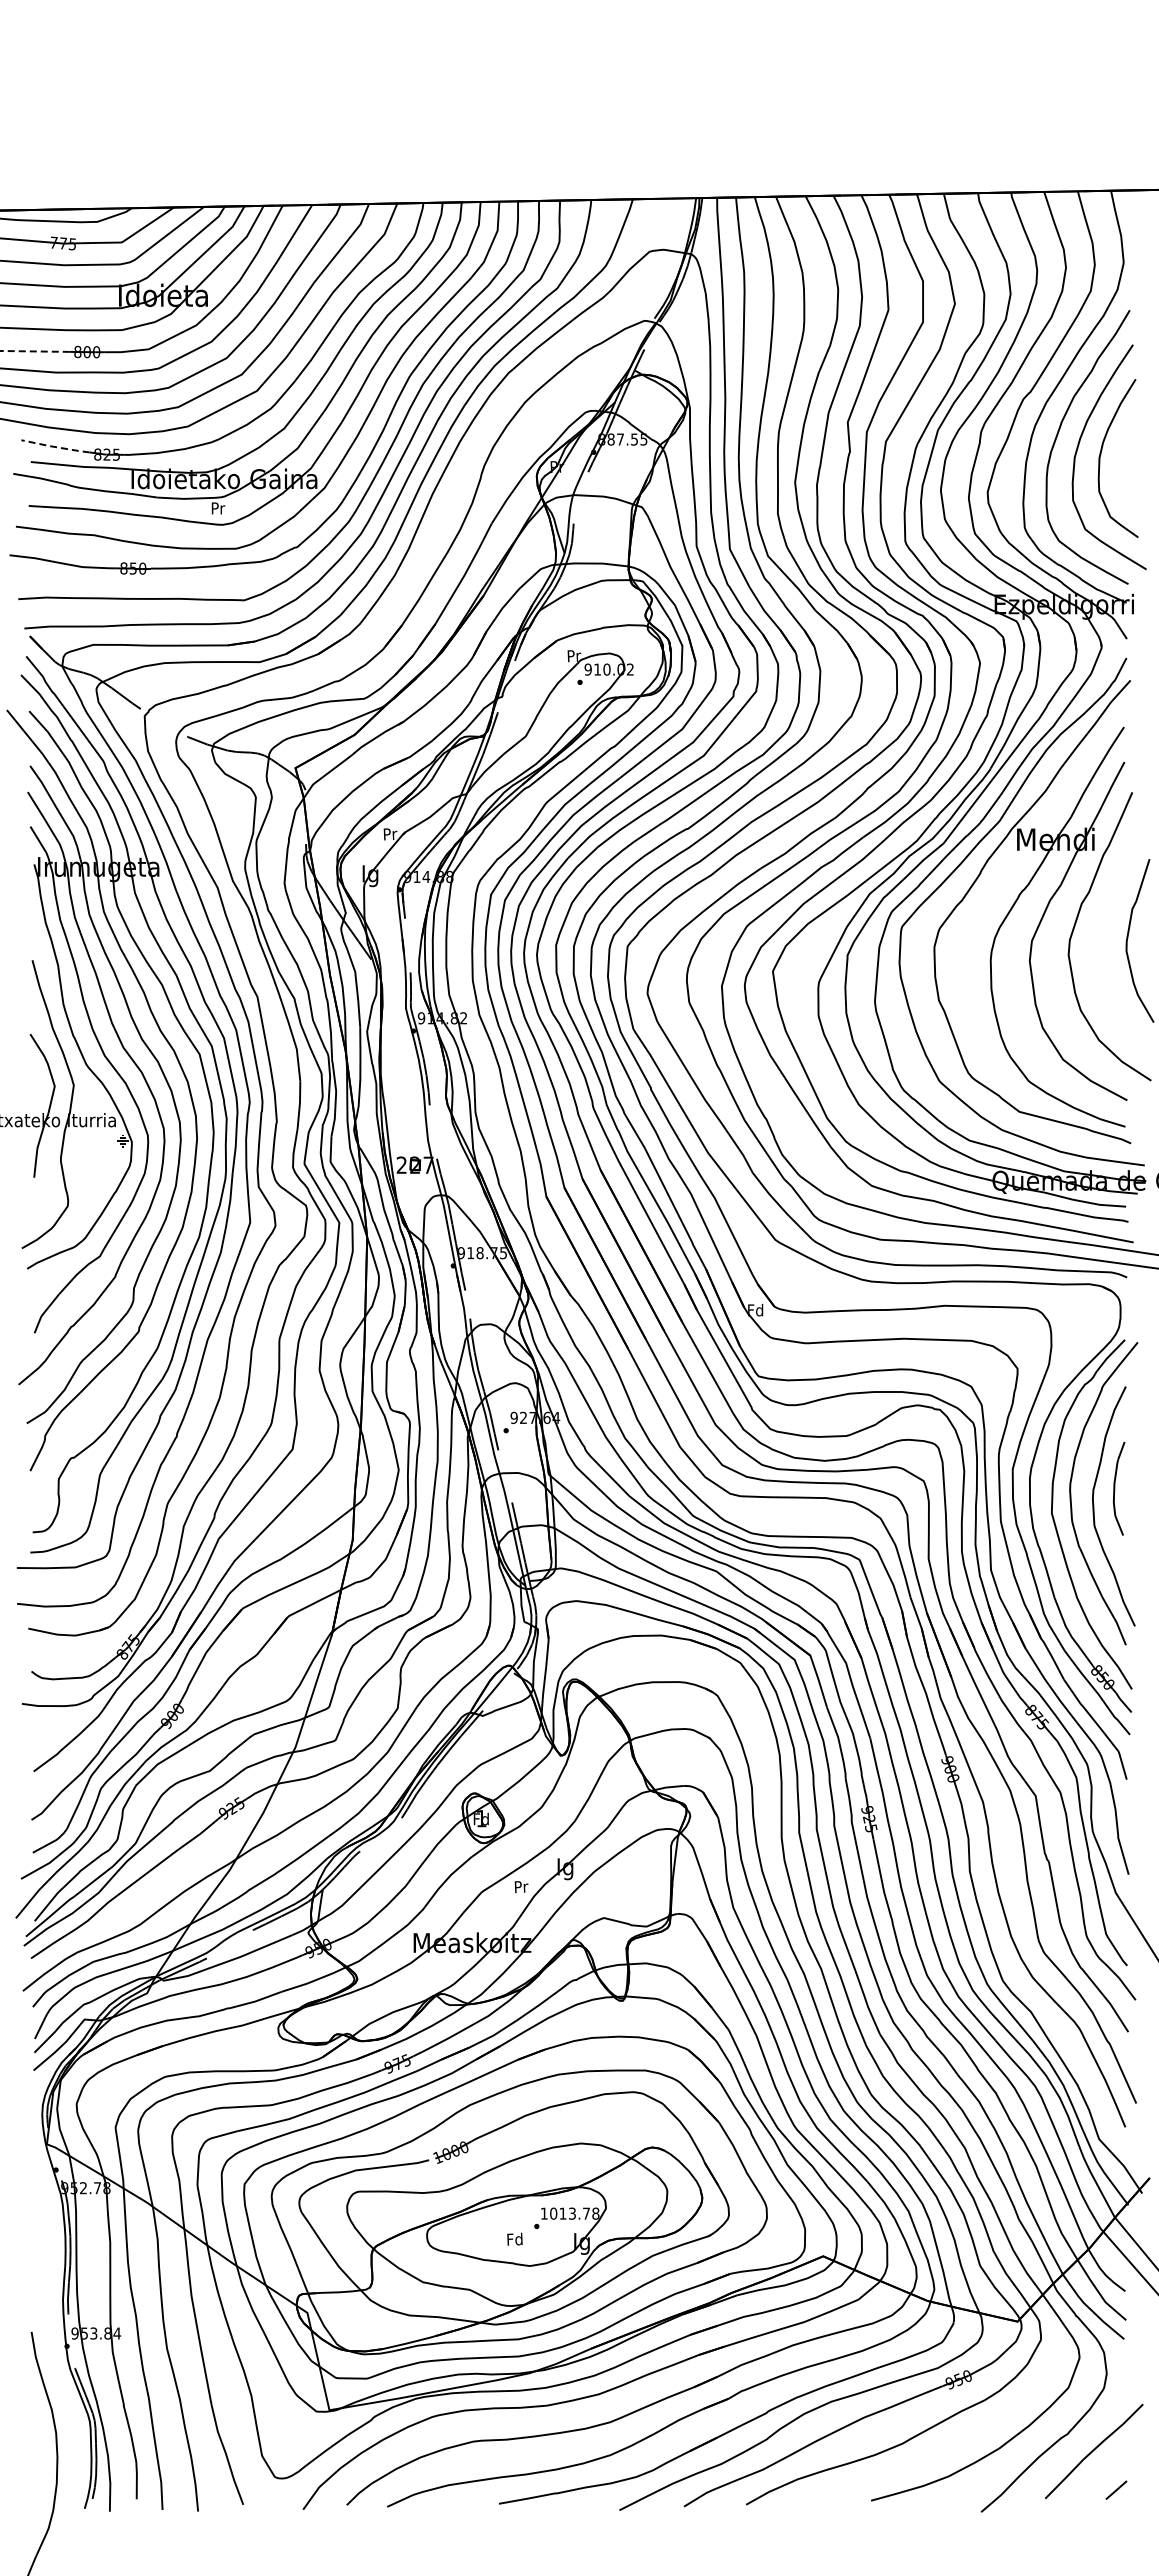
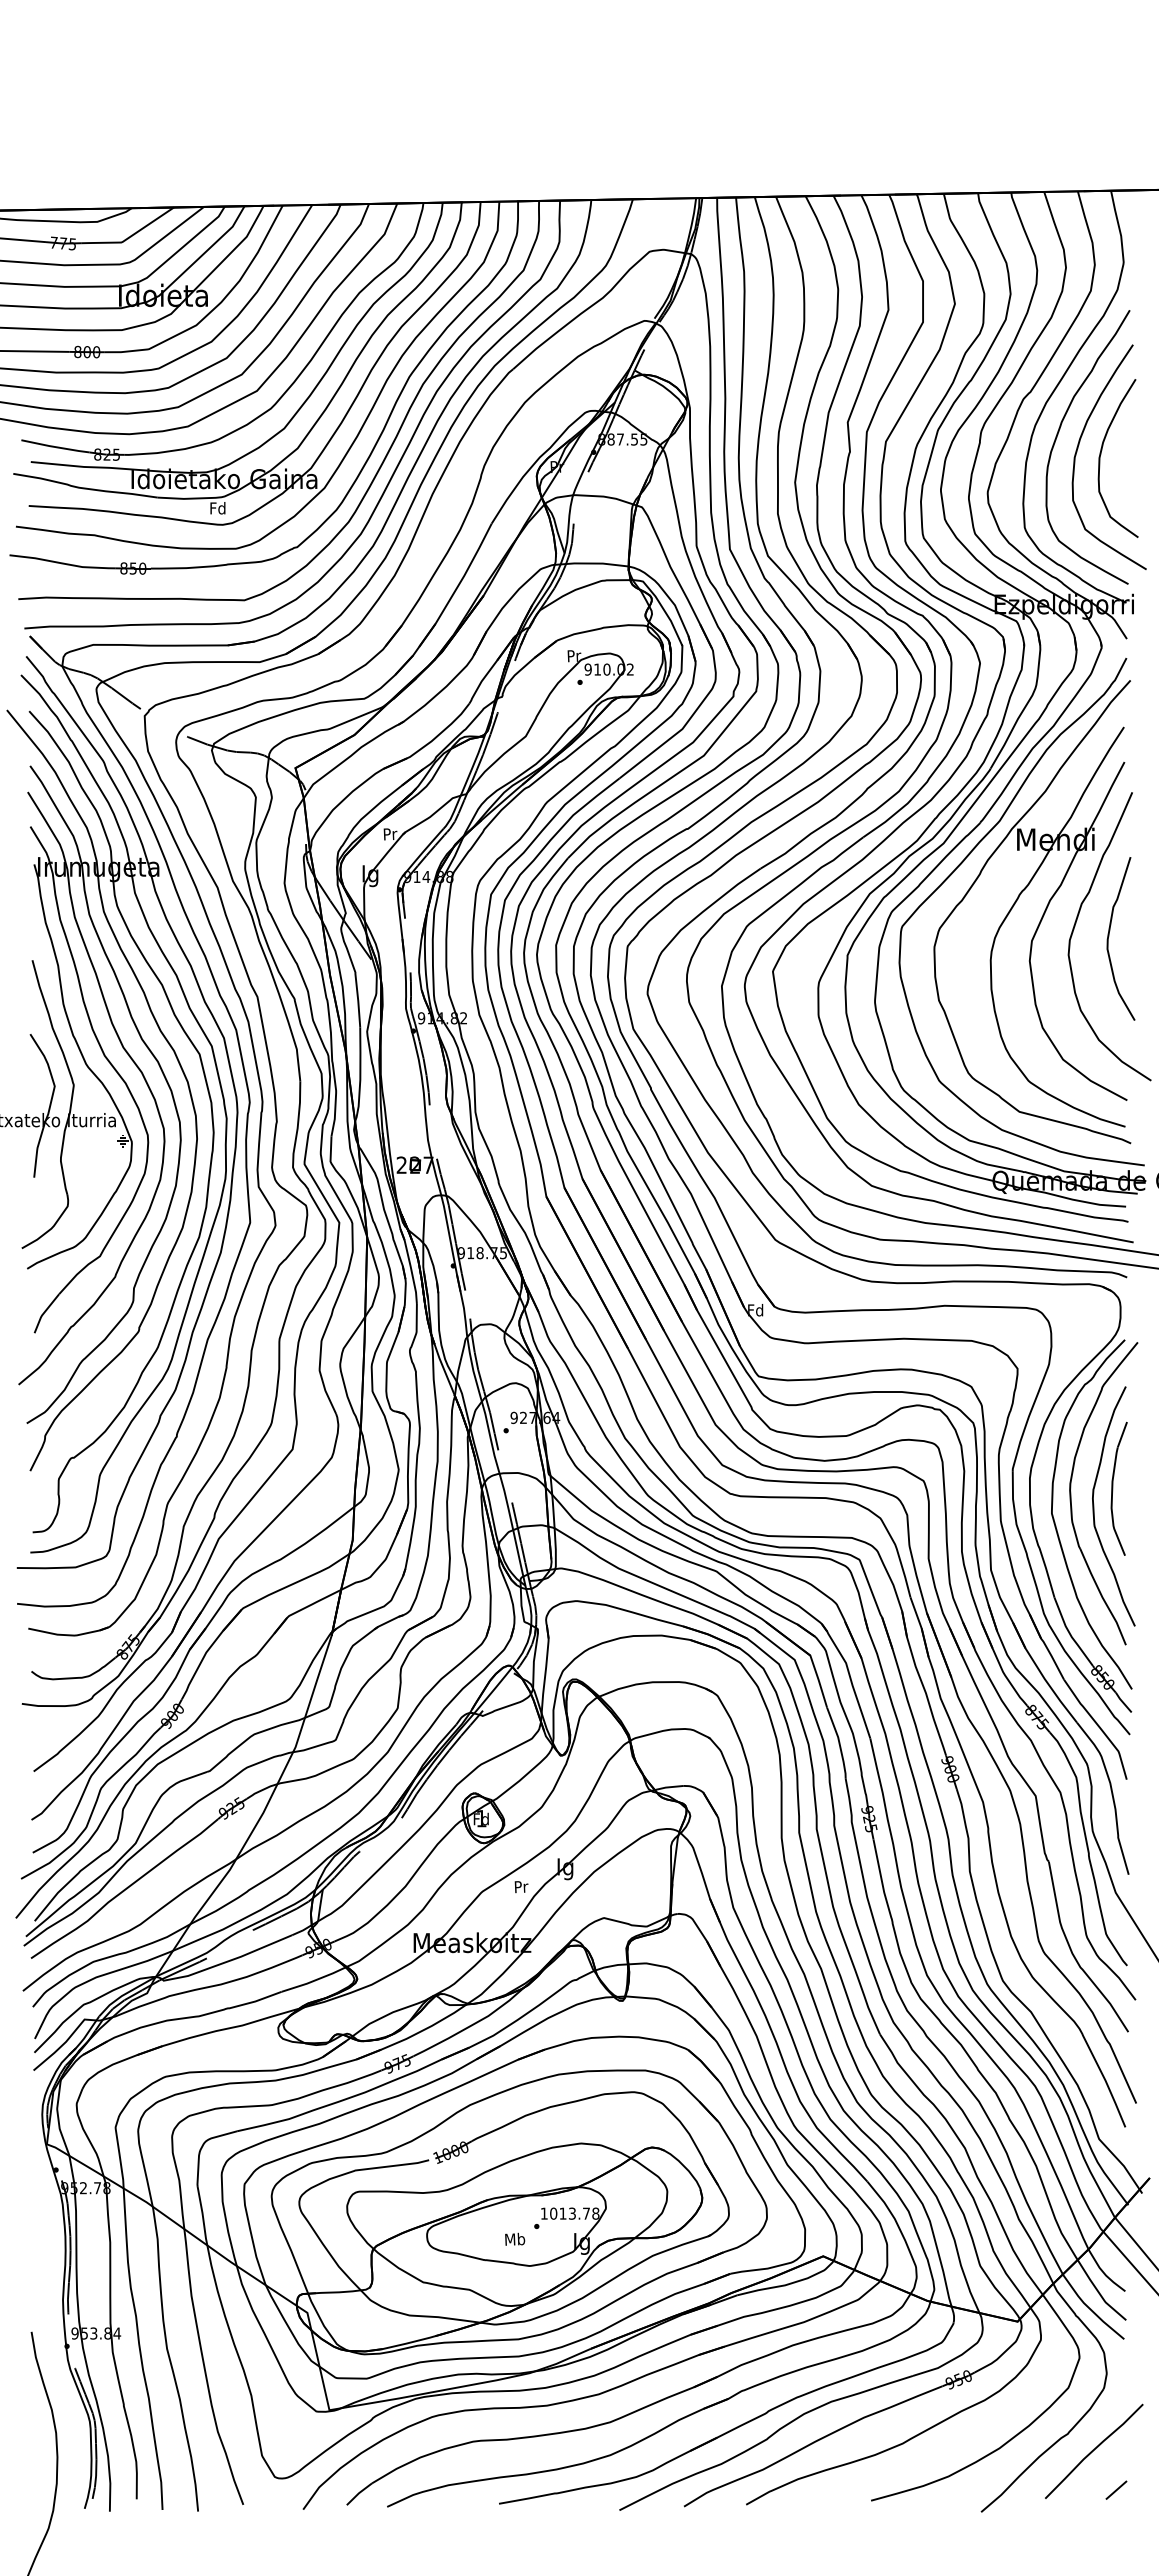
line at (35, 351): dashed -> solid
line at (55, 447): dashed -> solid
text at (217, 508): Pr -> Fd
curve at (1128, 938) position: (1128, 938) -> (1109, 936)
part at (1118, 1488) size: 14x94 px -> 18x135 px
text at (515, 2238): Fd -> Mb
